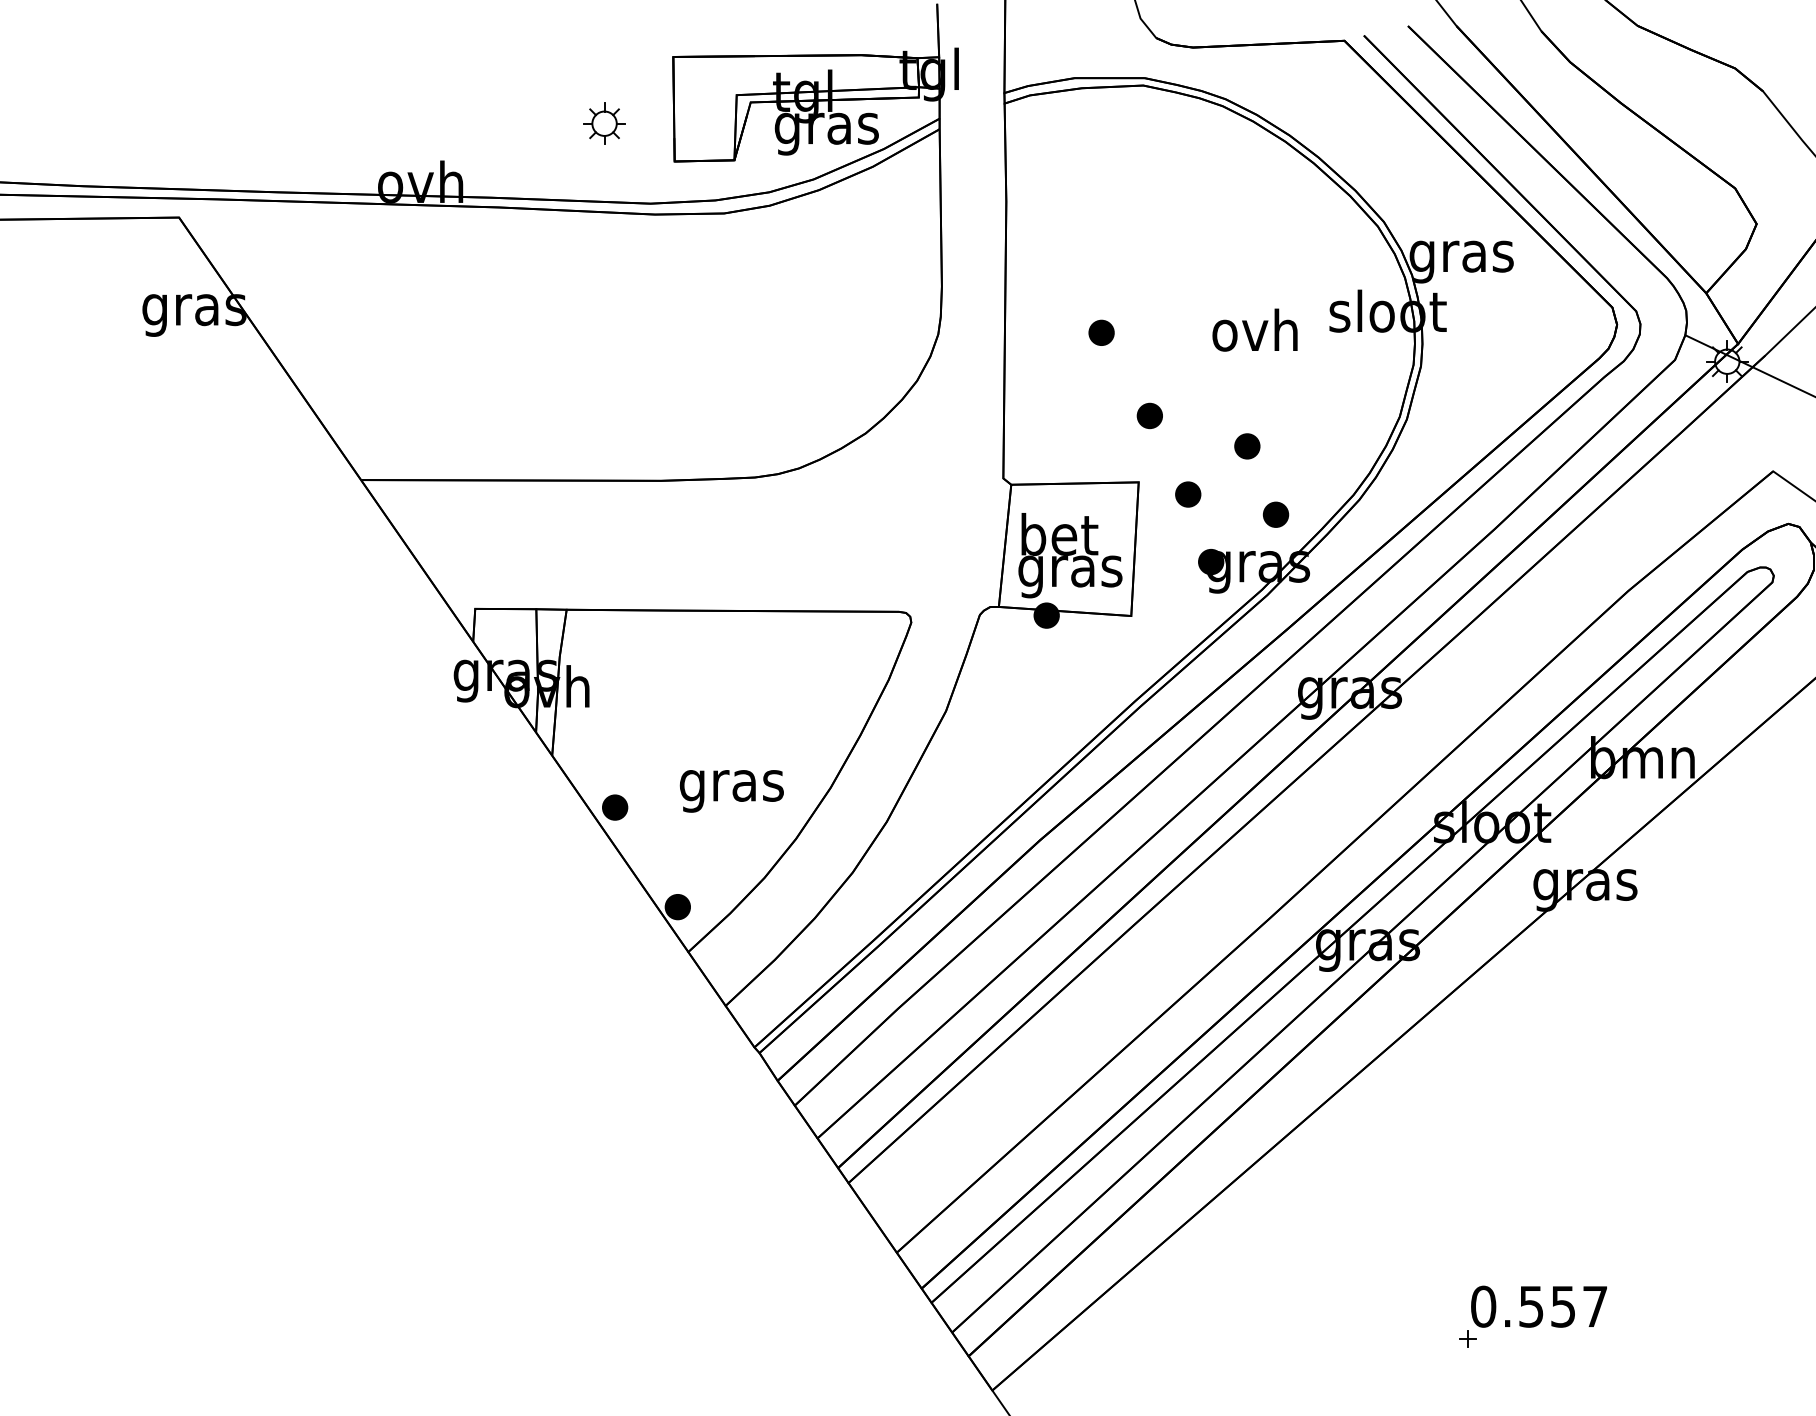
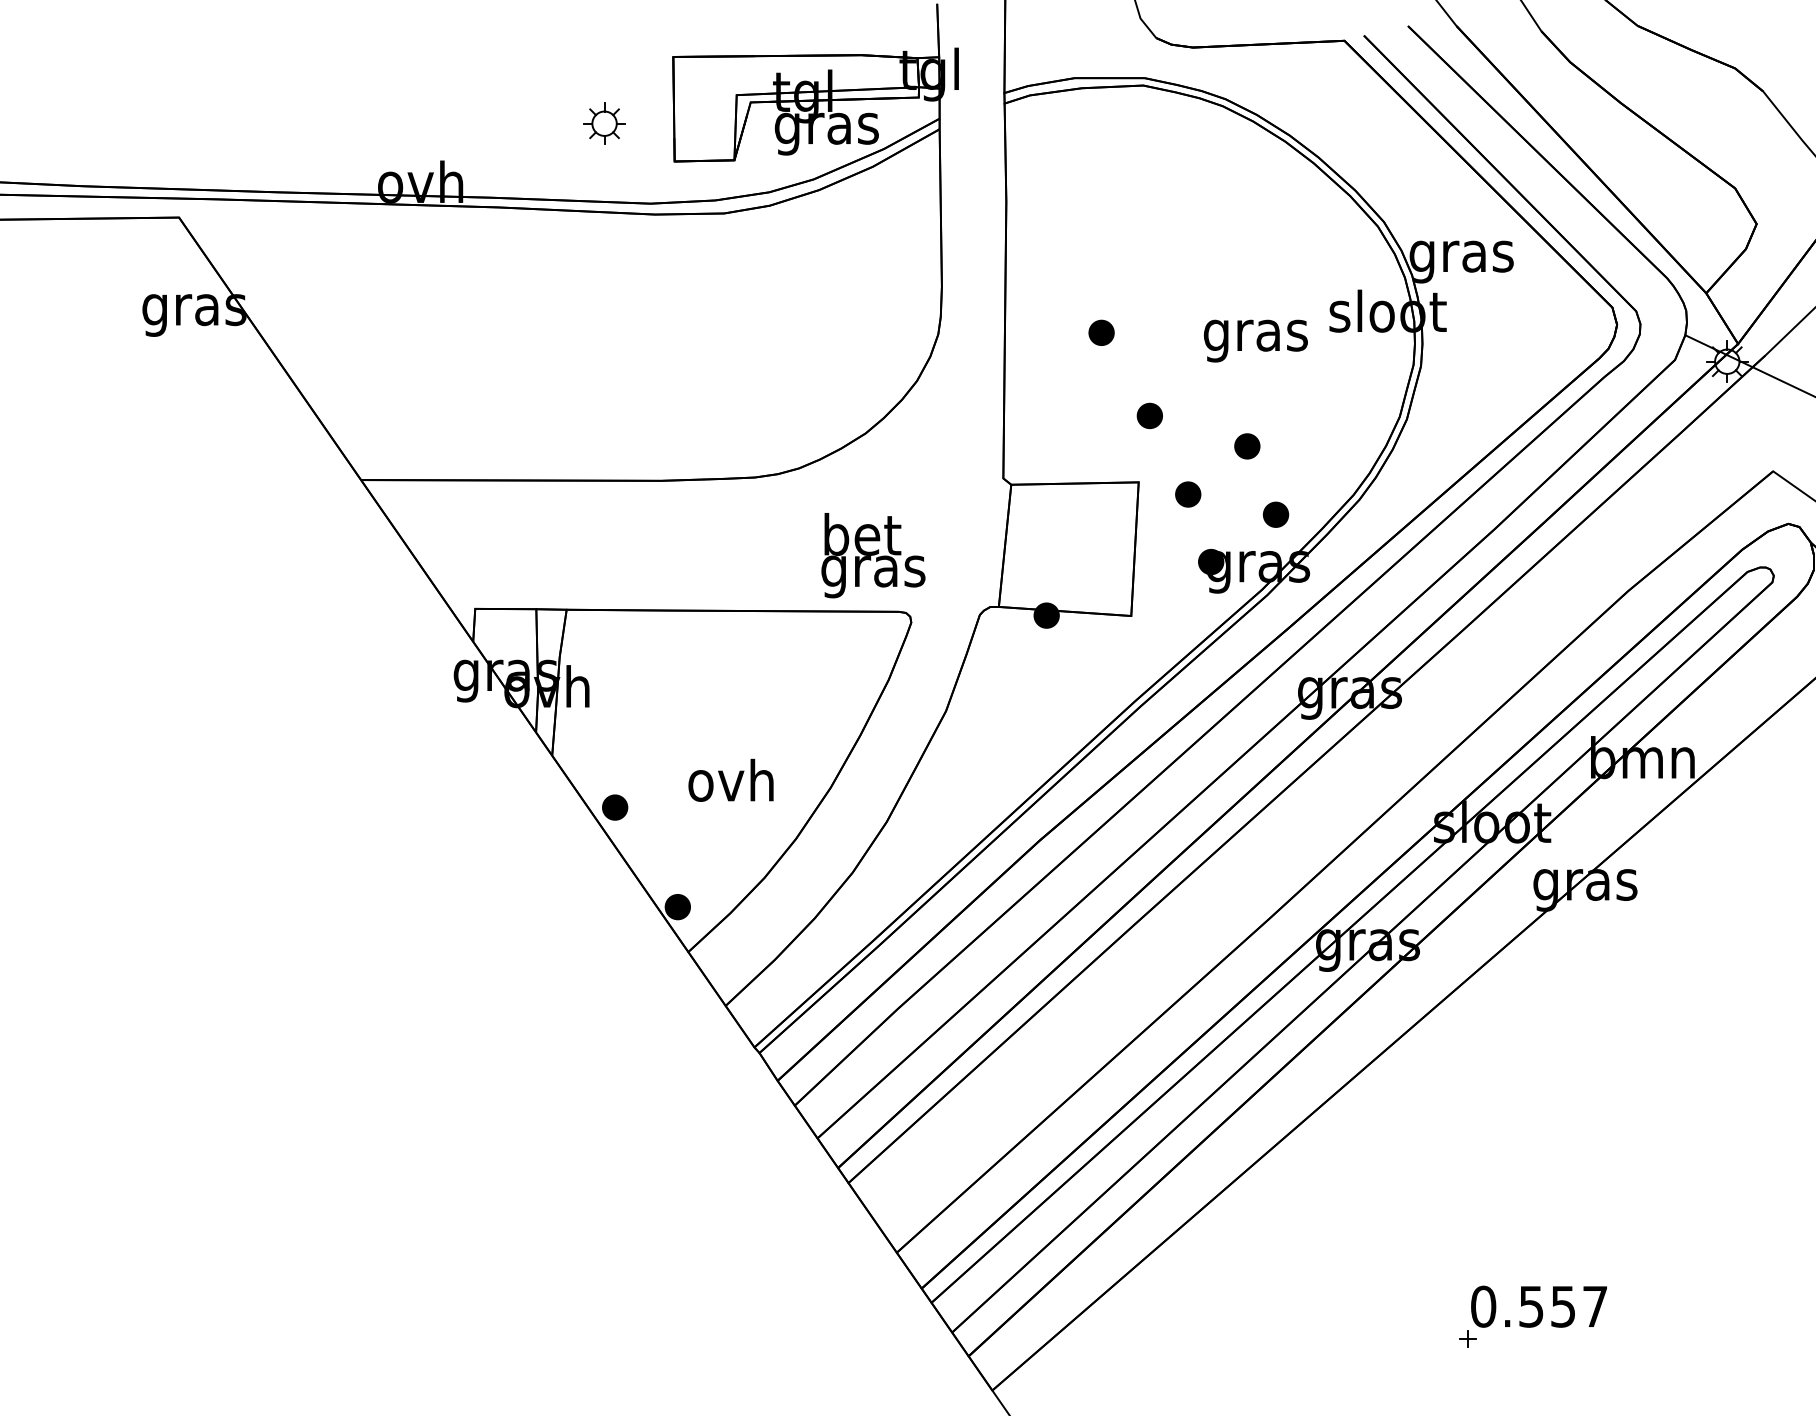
text at (1255, 335): ovh -> gras
text at (1070, 555) position: (1070, 555) -> (873, 555)
text at (731, 785): gras -> ovh
